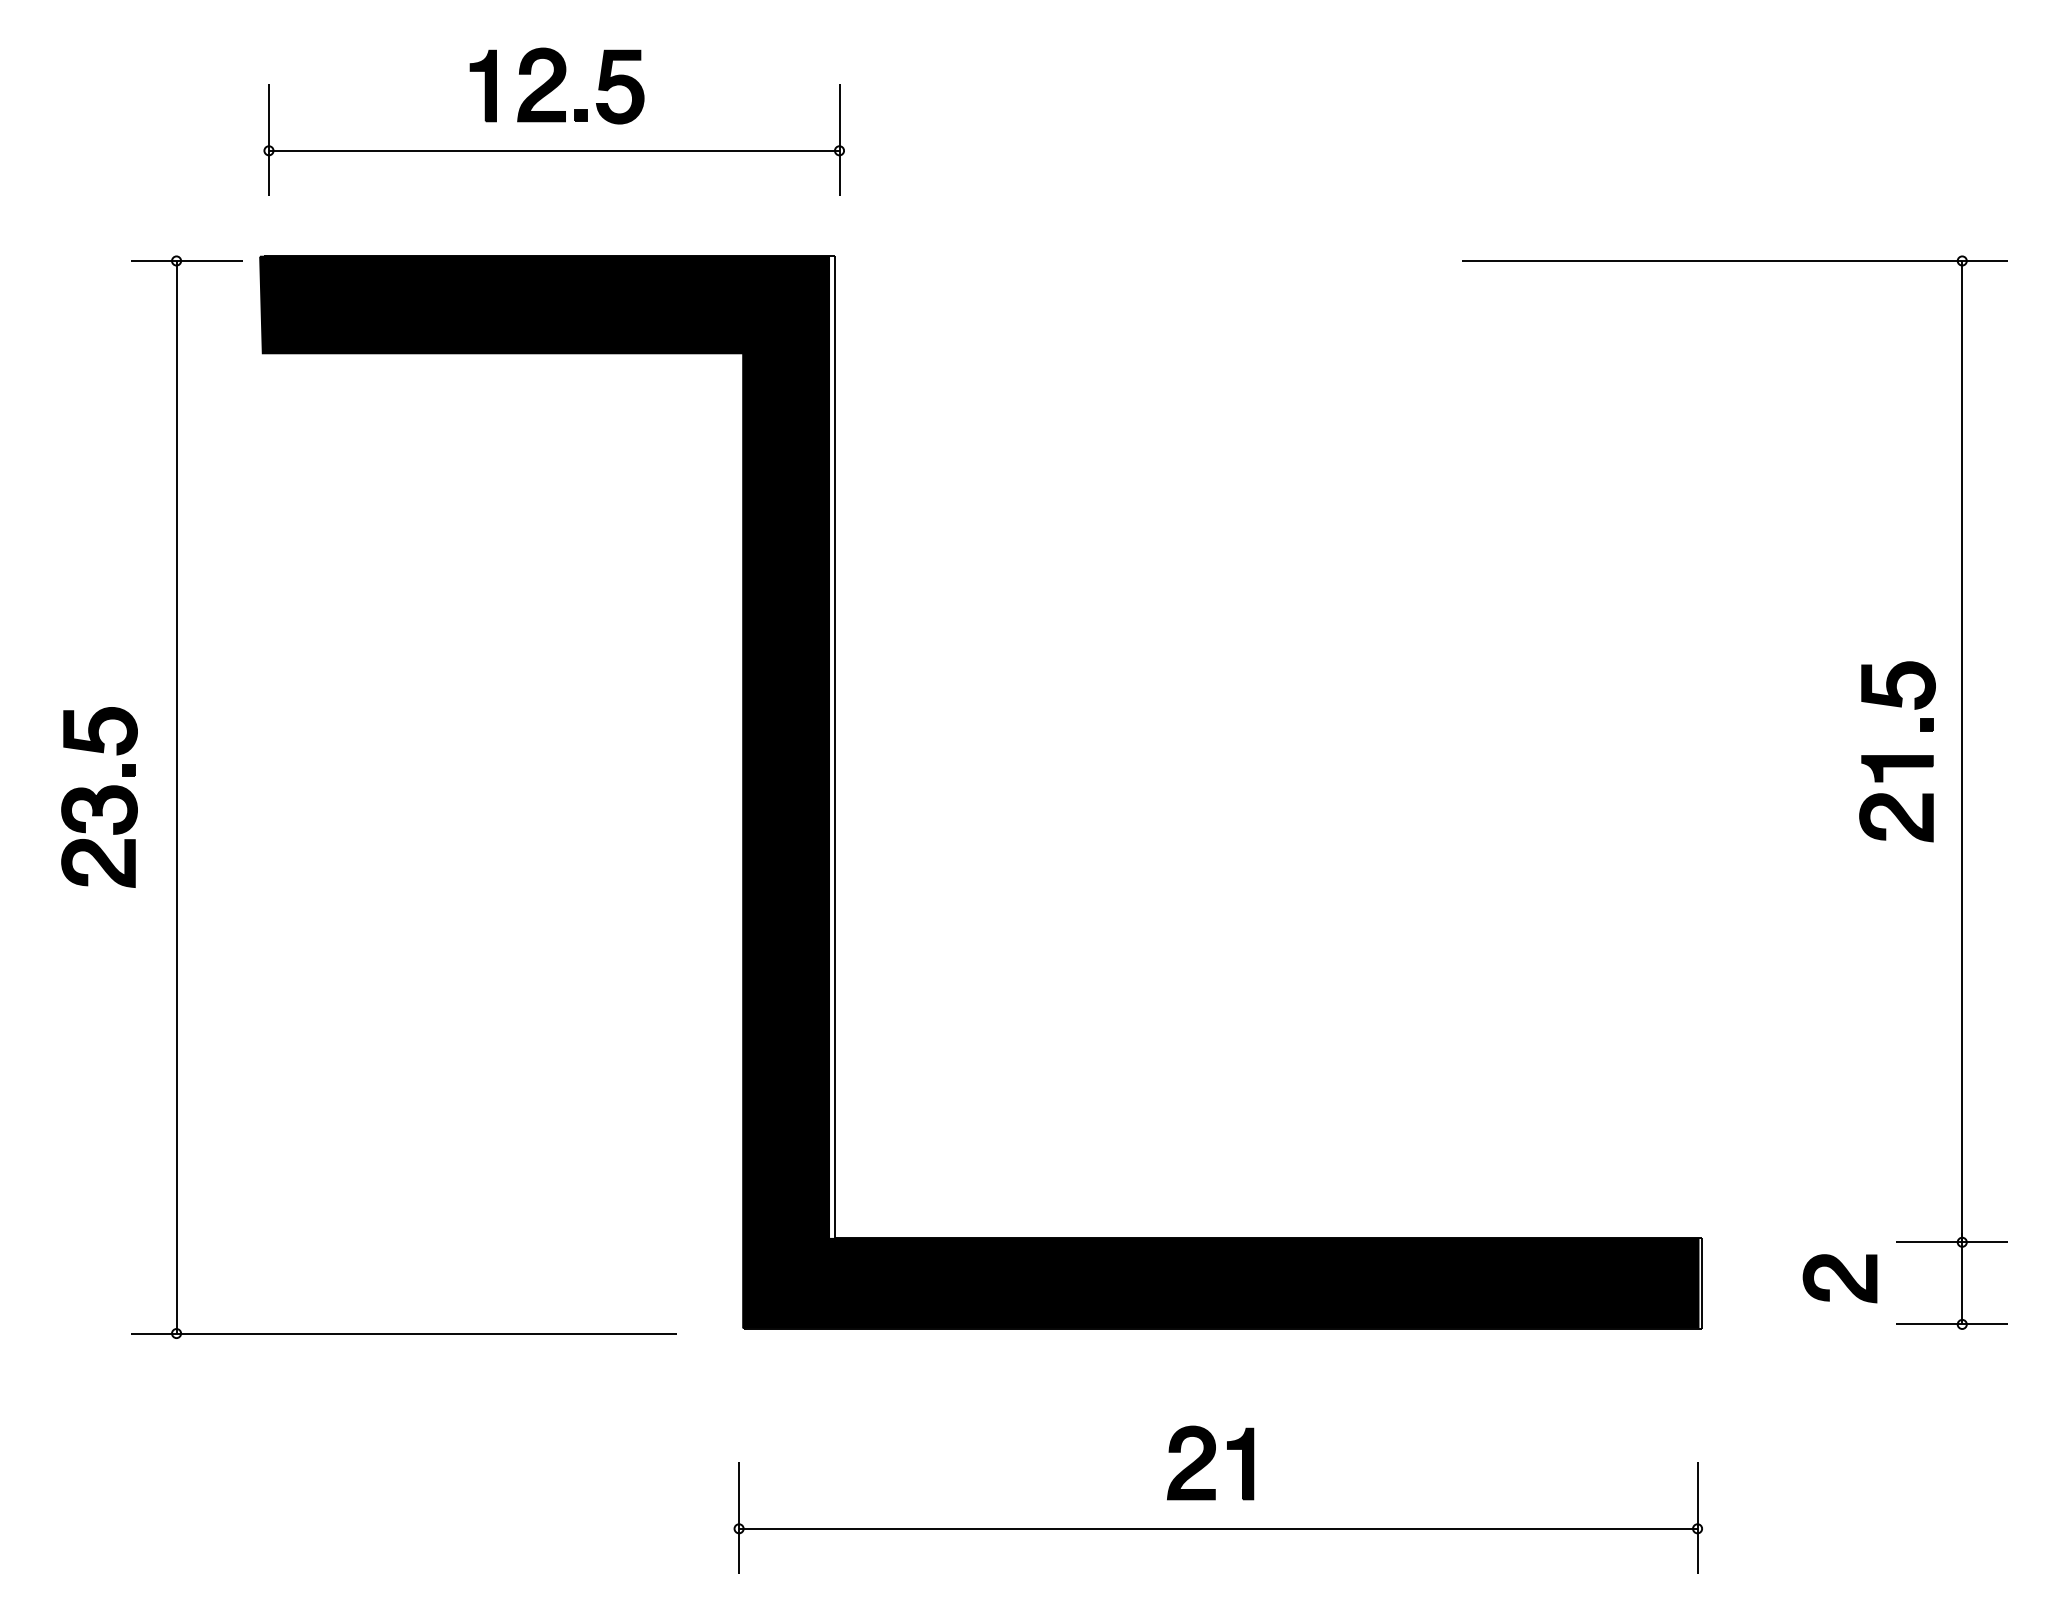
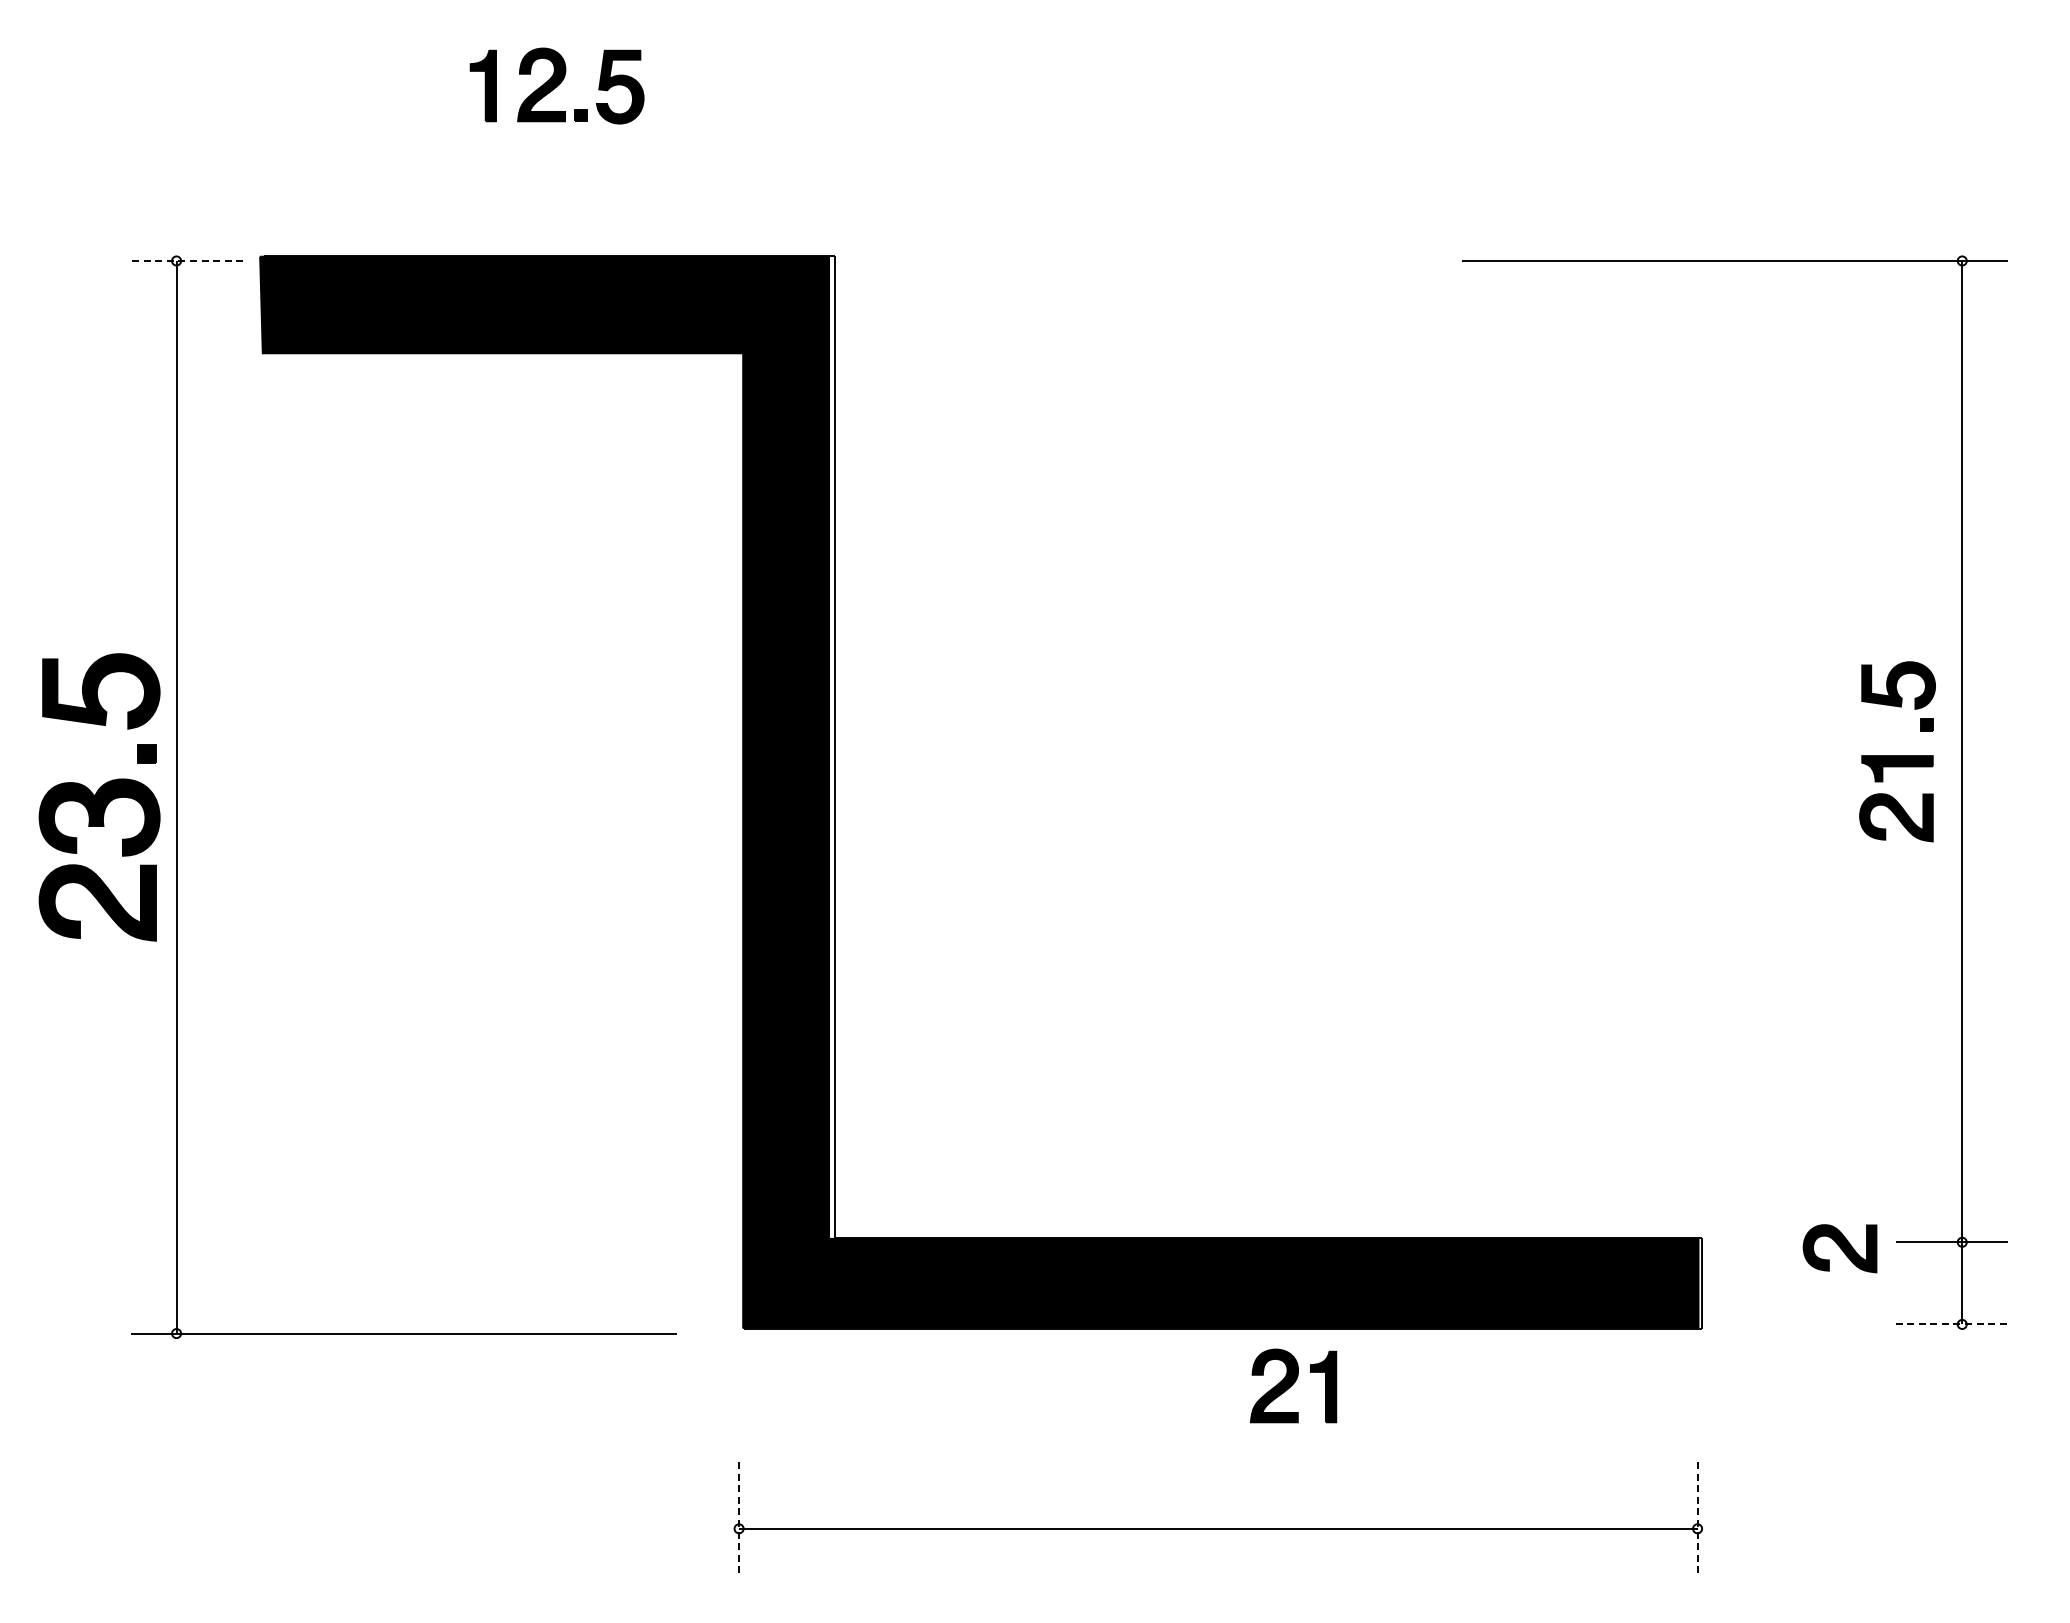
part at (553, 150): present -> none
line at (186, 261): solid -> dashed
part at (99, 797) size: 77x181 px -> 123x289 px
part at (1839, 1278) position: (1839, 1278) -> (1839, 1248)
line at (1952, 1324): solid -> dashed
part at (1210, 1462) position: (1210, 1462) -> (1293, 1385)
line at (739, 1518): solid -> dashed
line at (1697, 1518): solid -> dashed
